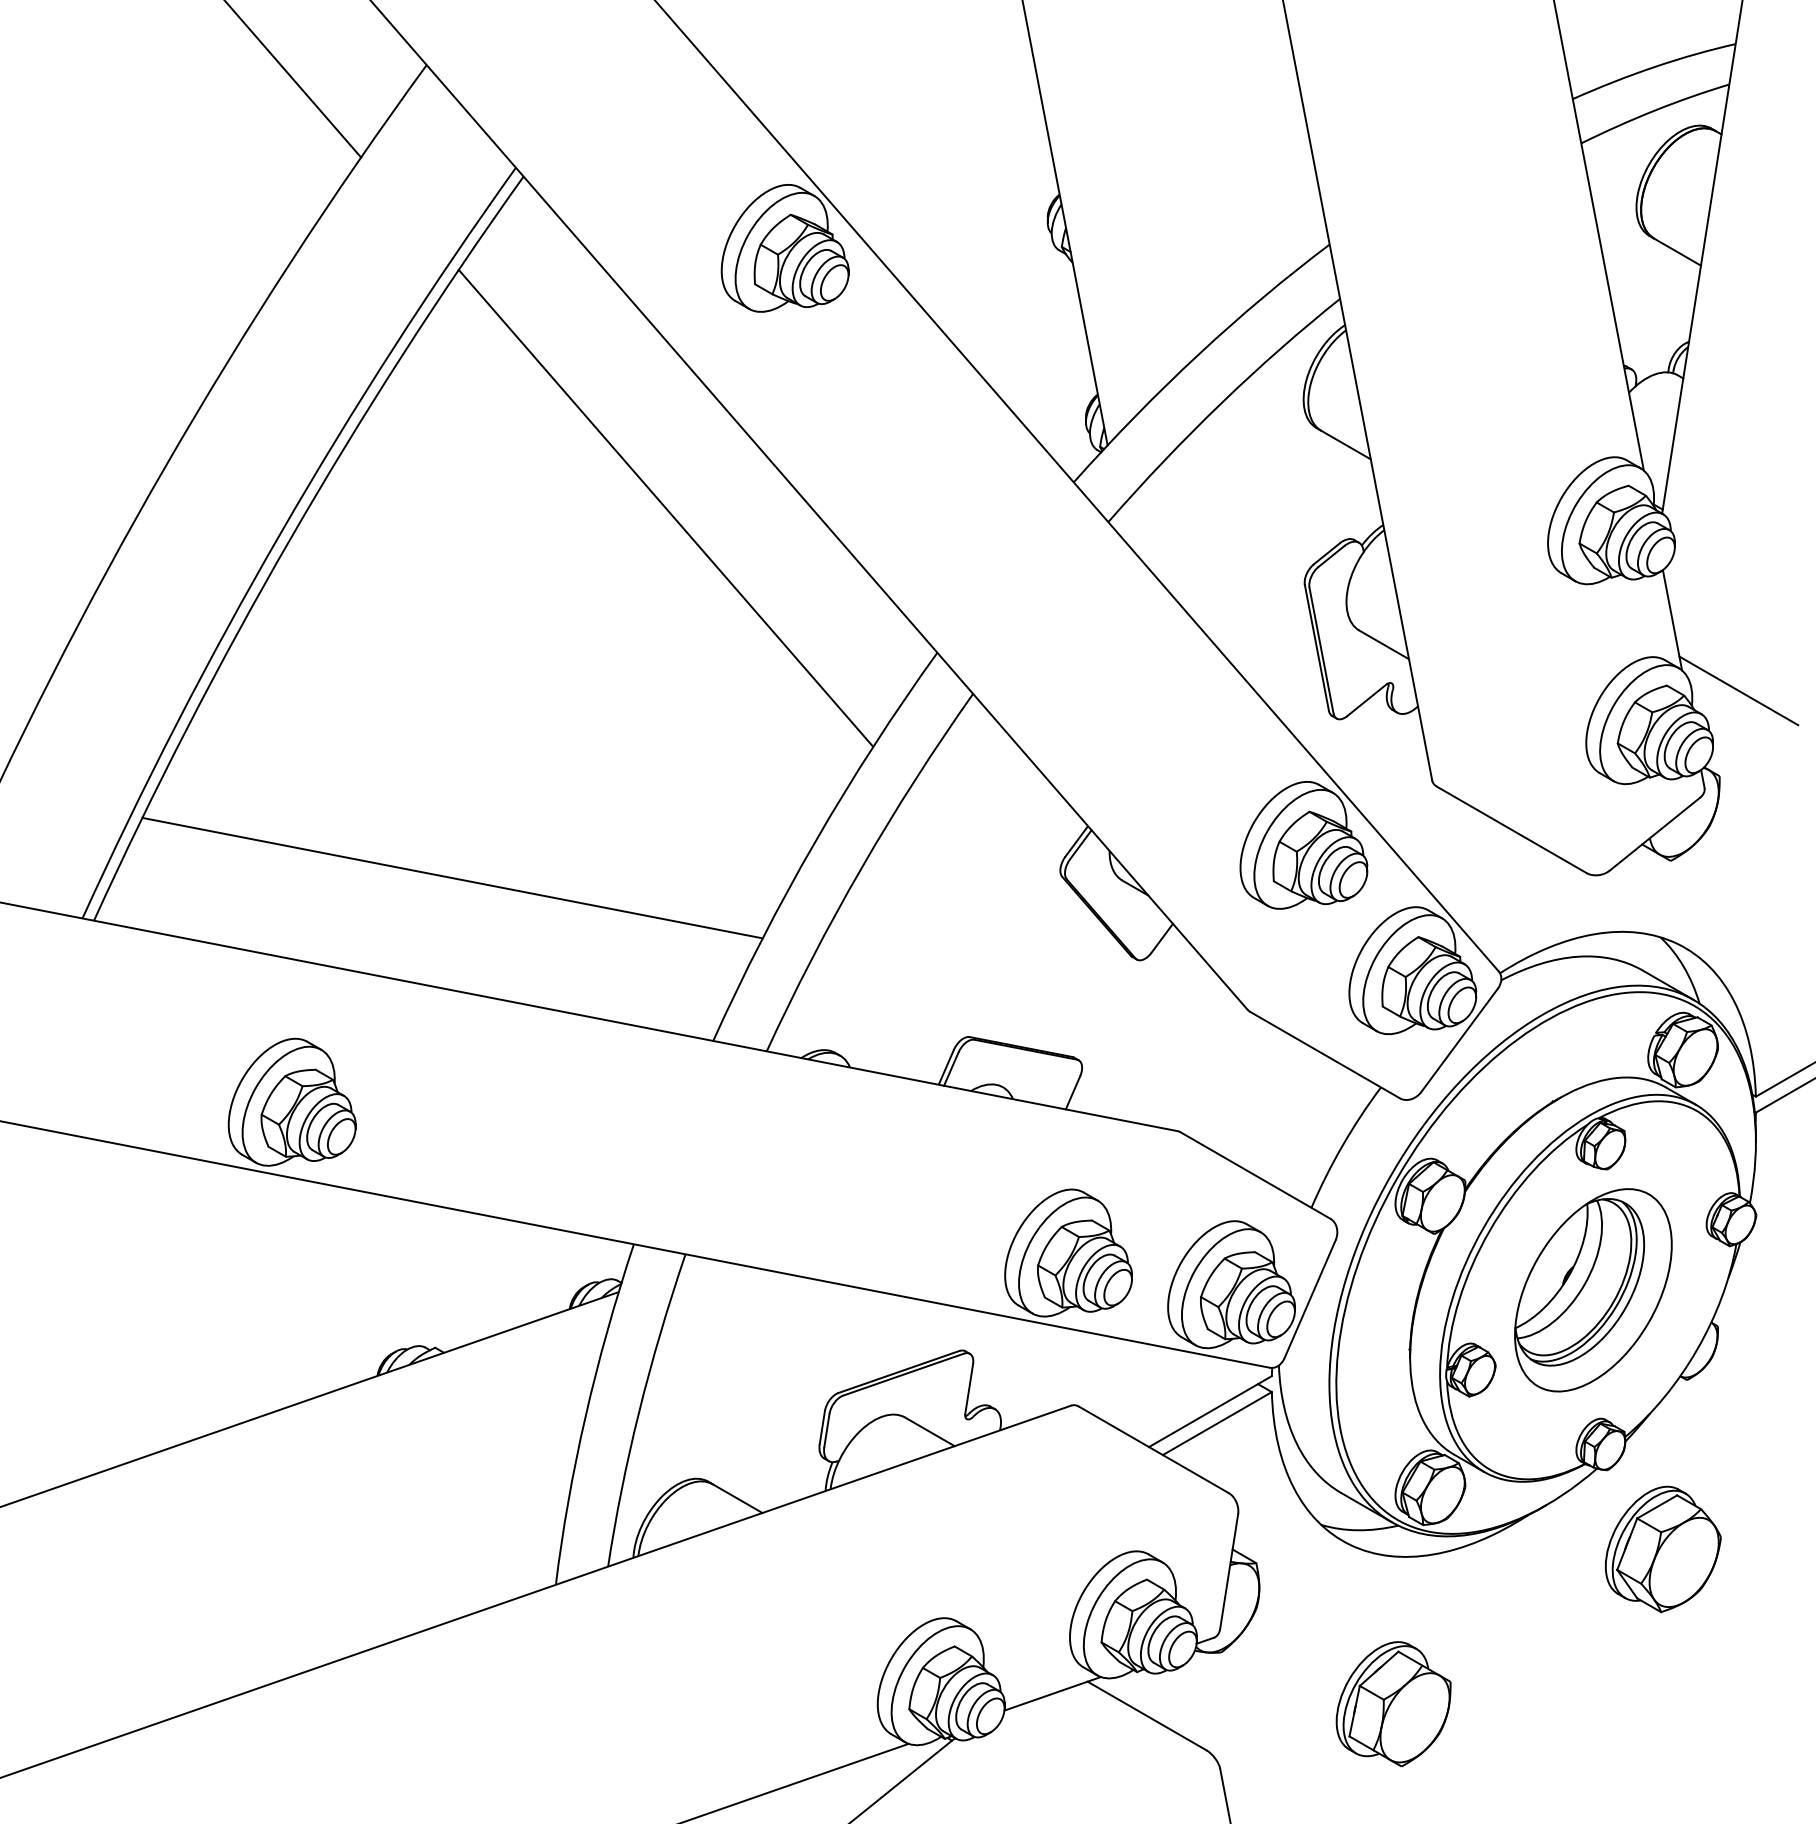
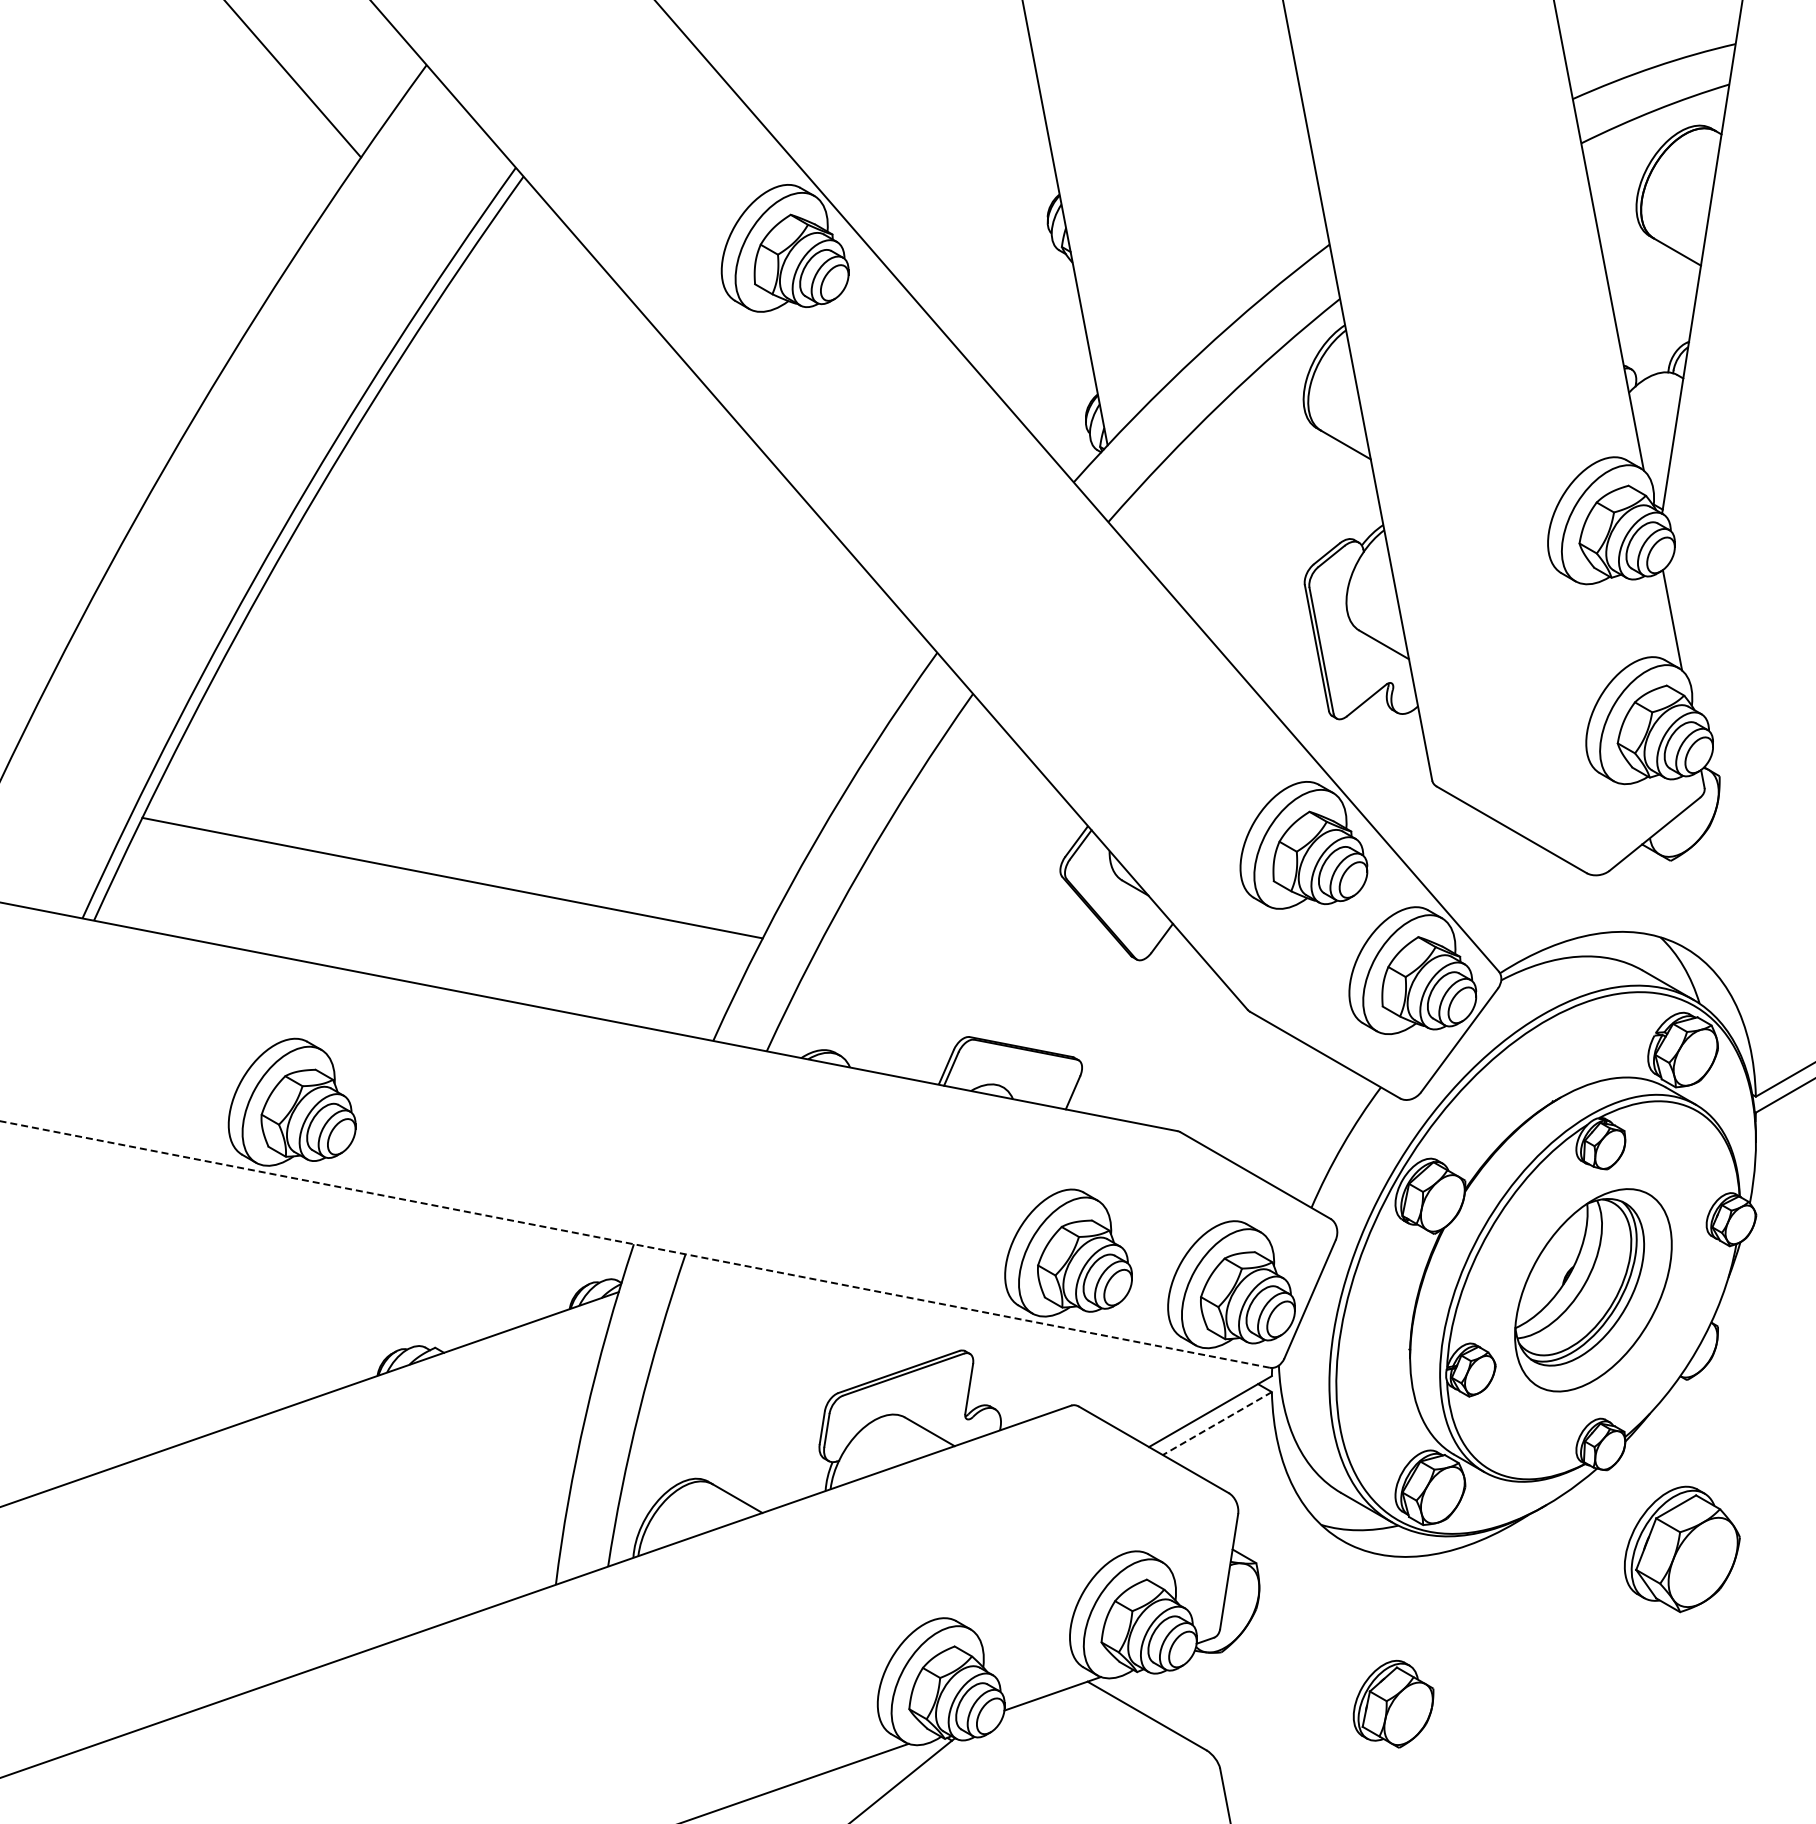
line at (665, 507): present -> none
line at (1738, 690): present -> none
line at (634, 1244): solid -> dashed
line at (1217, 1423): solid -> dashed
part at (1662, 1549) position: (1662, 1549) -> (1681, 1549)
part at (1393, 1704) size: 117x127 px -> 83x90 px
